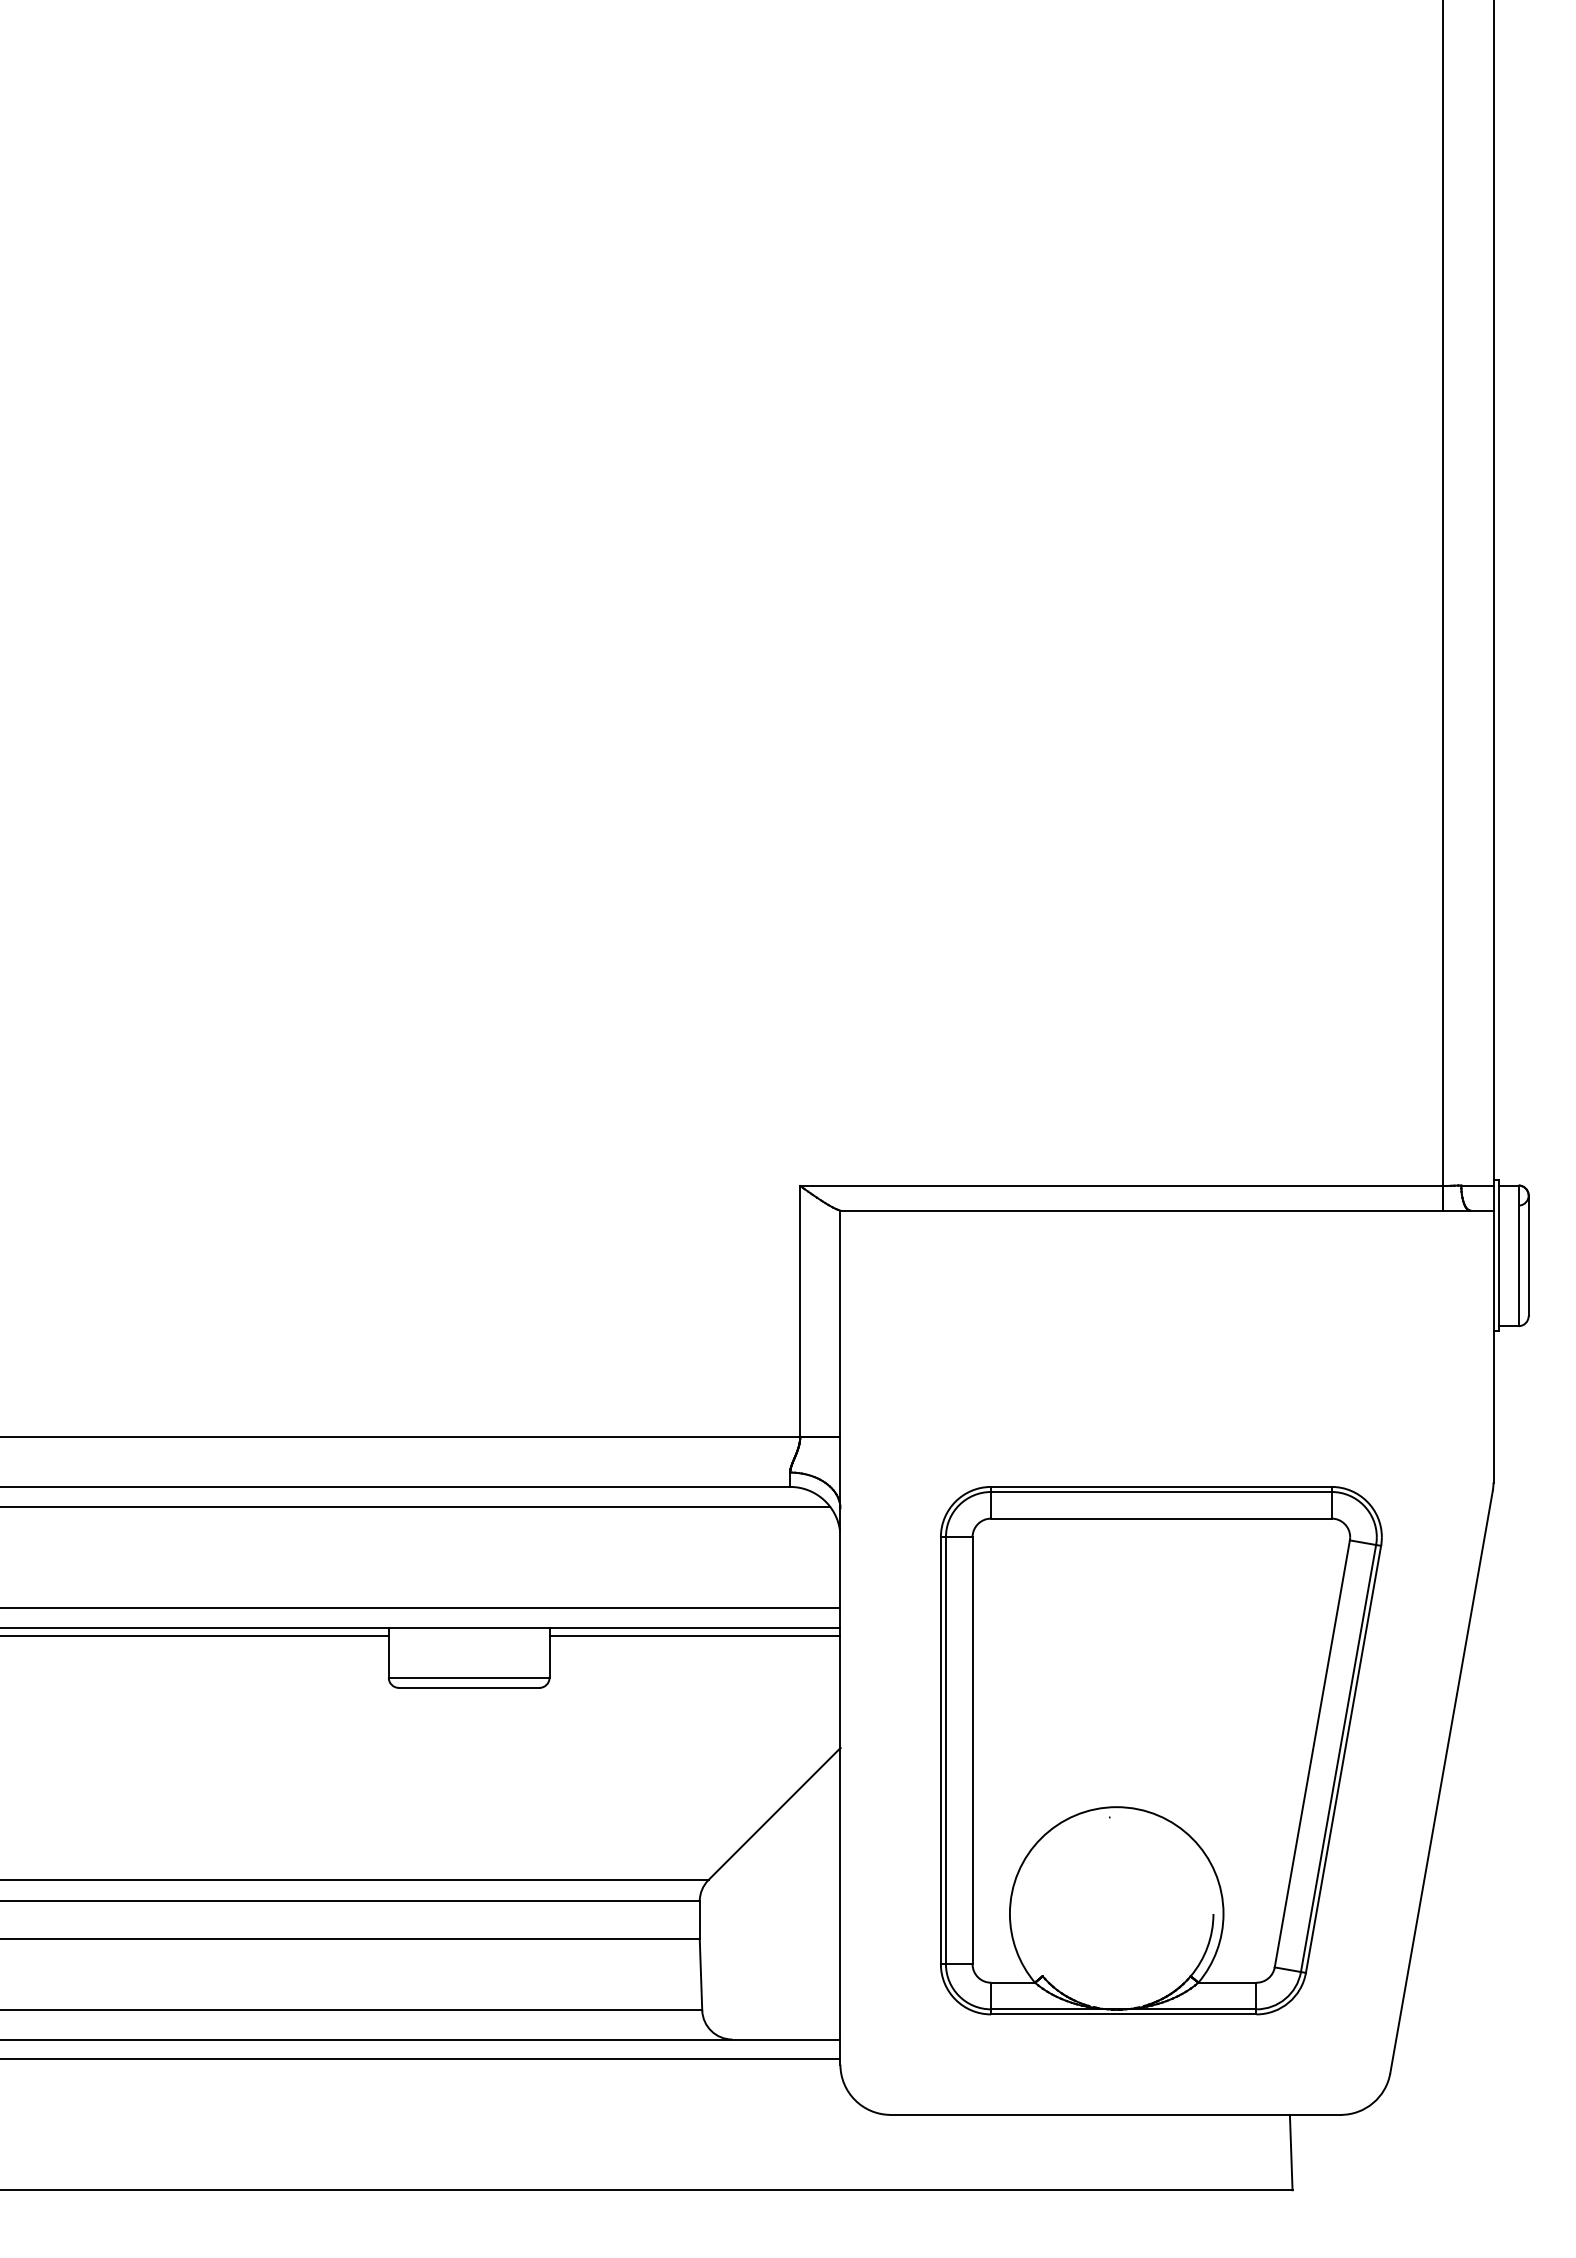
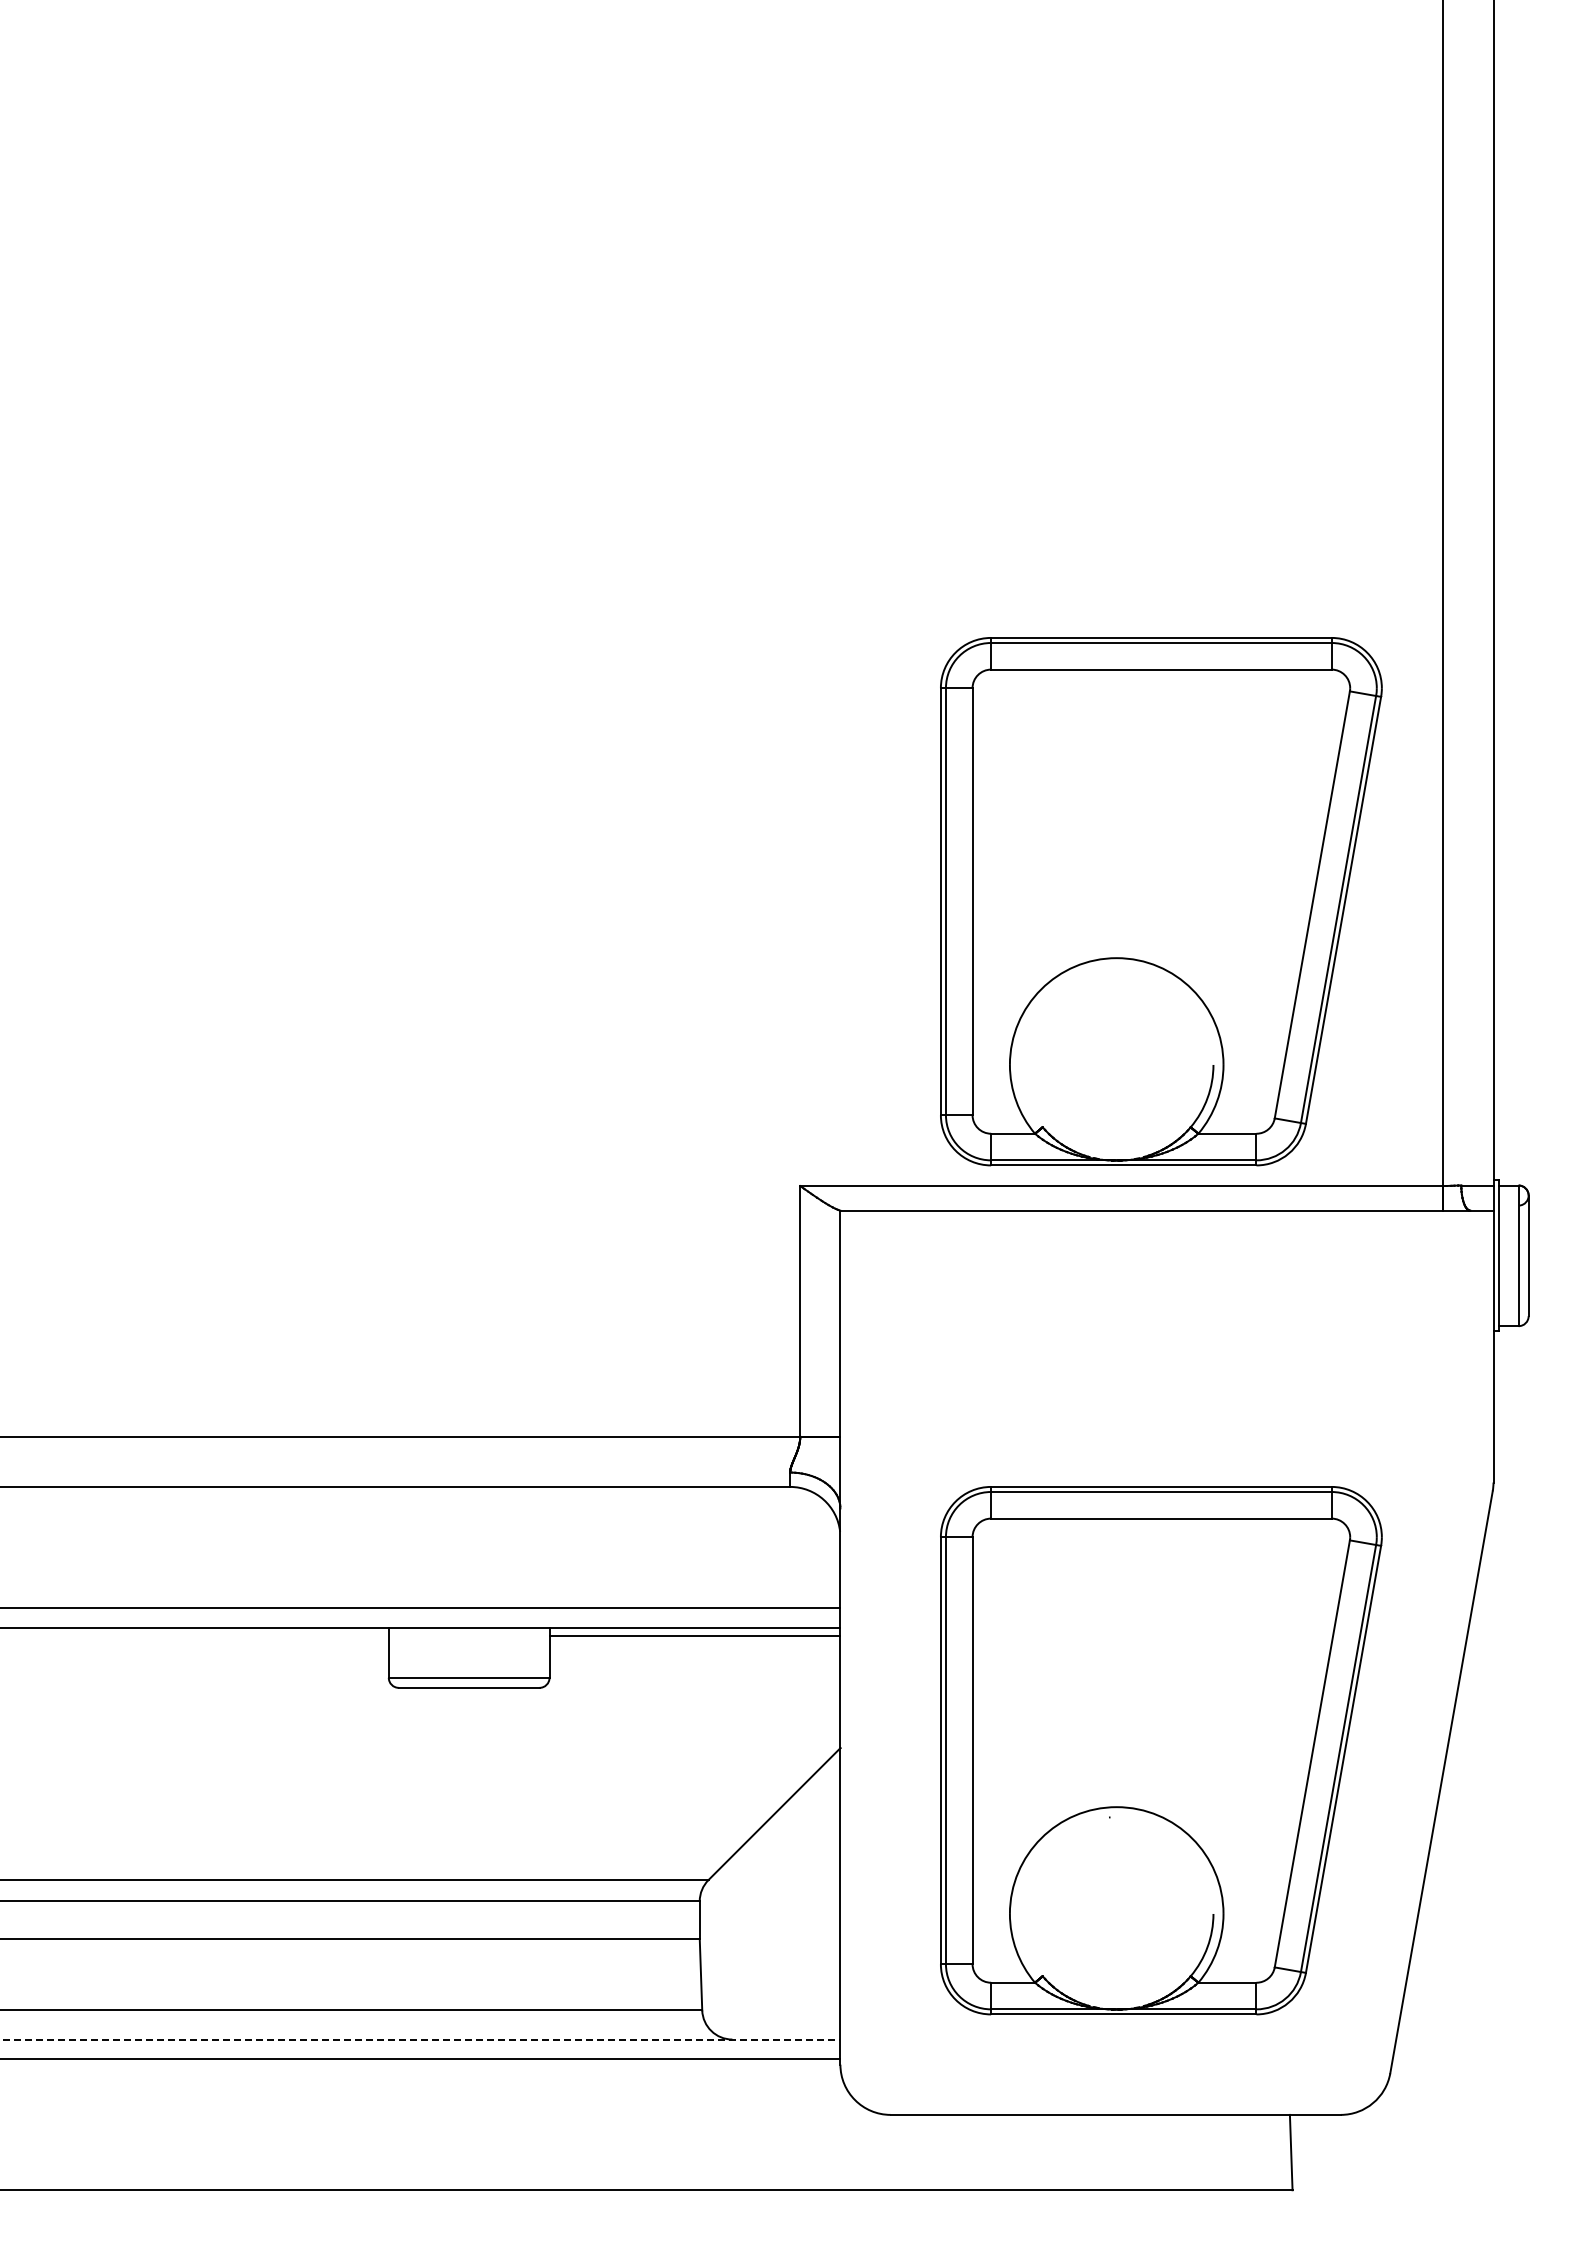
part at (1161, 901): none -> present
line at (416, 1507): present -> none
line at (195, 1636): present -> none
line at (420, 2039): solid -> dashed
